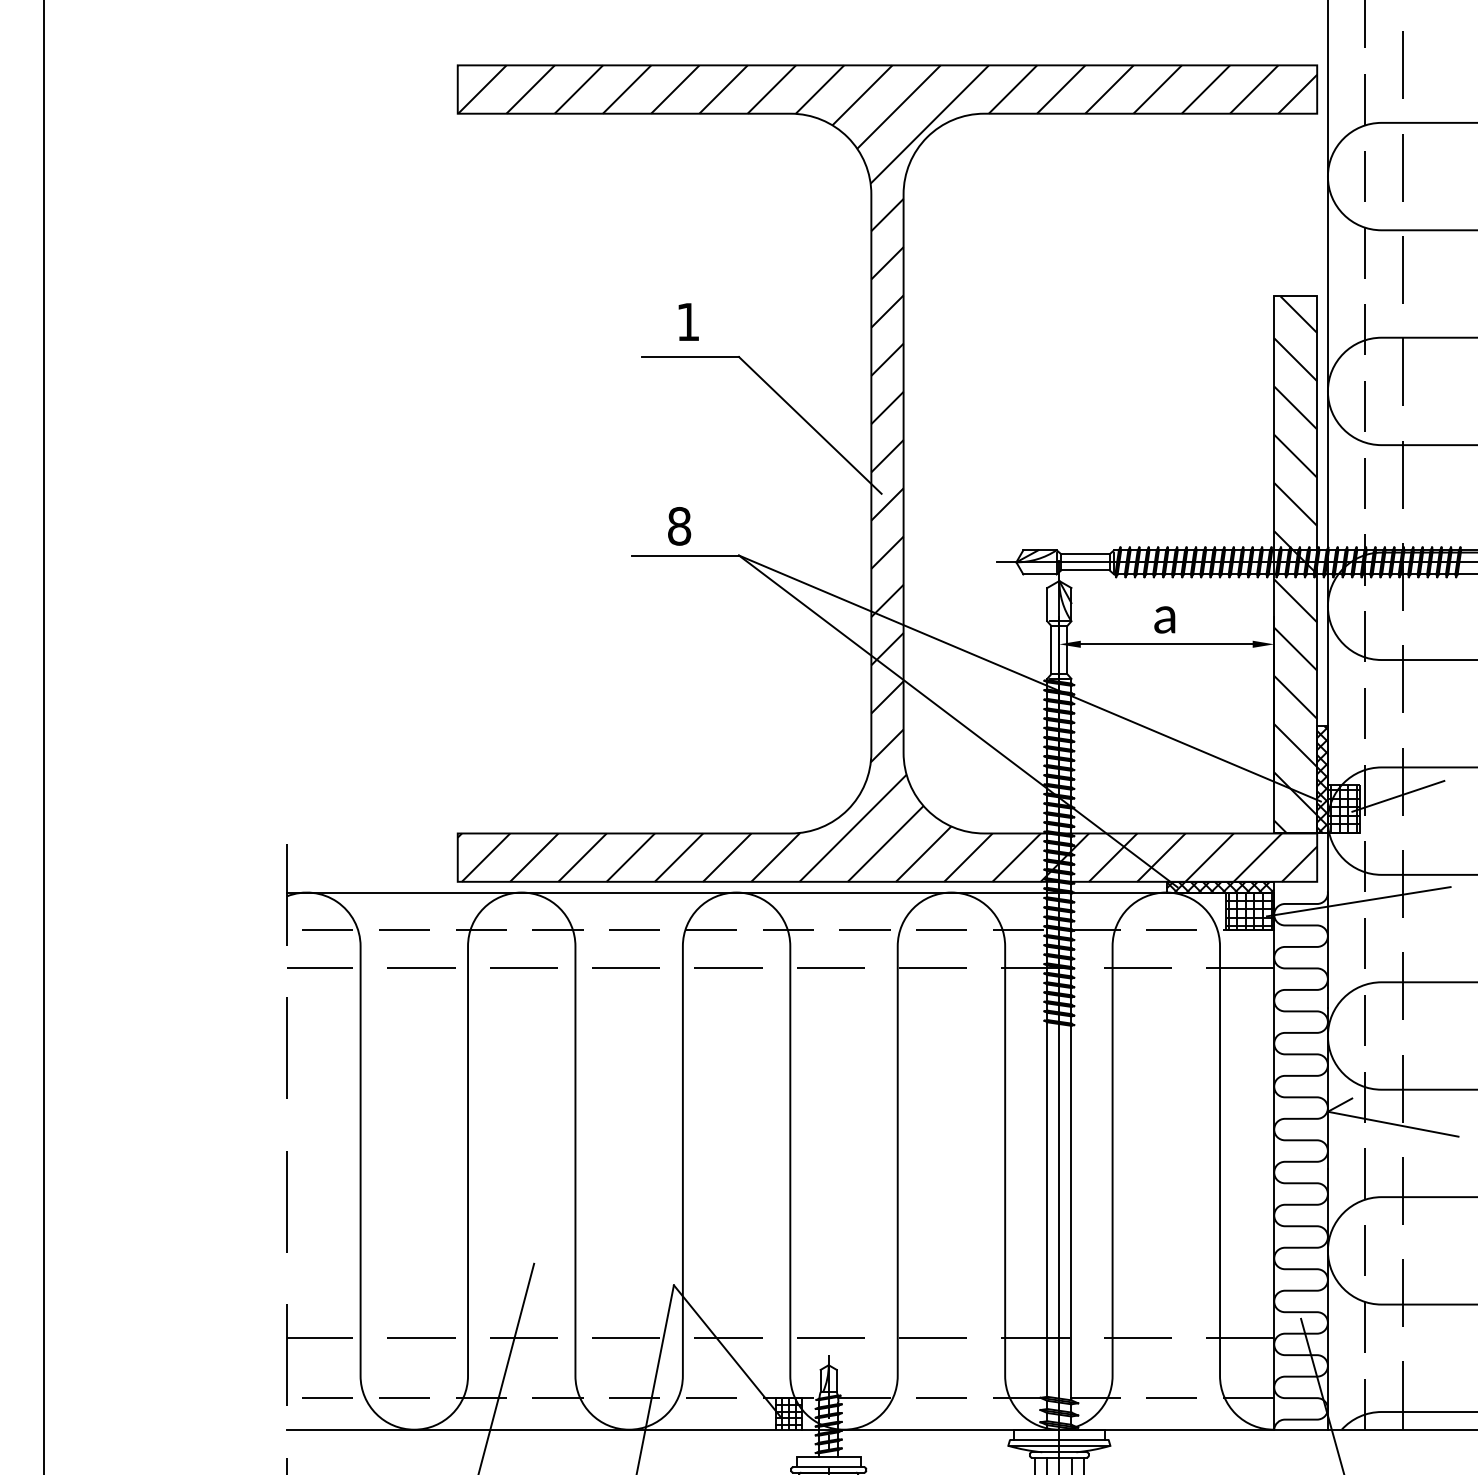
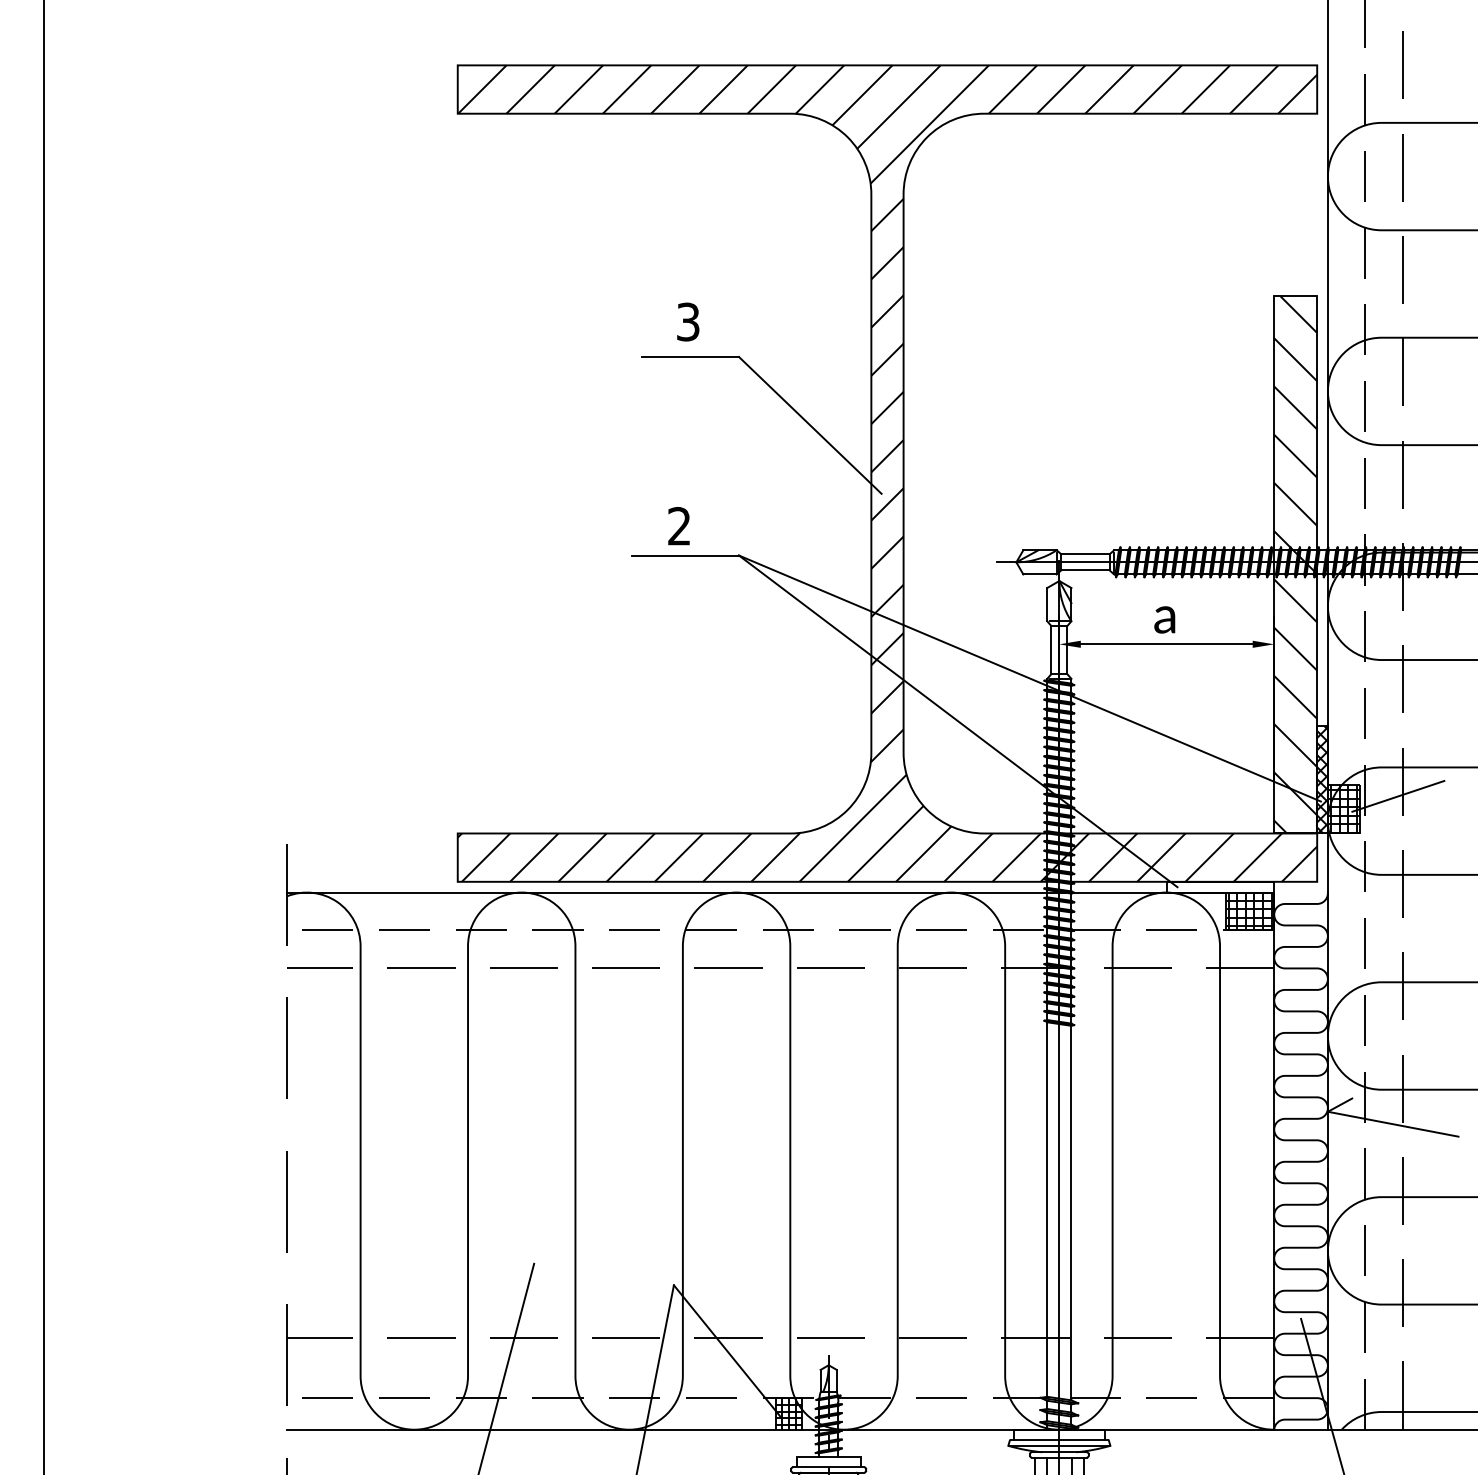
text at (688, 321): 1 -> 3
text at (679, 526): 8 -> 2
hatch at (1220, 886): present -> none
line at (1358, 901): present -> none
